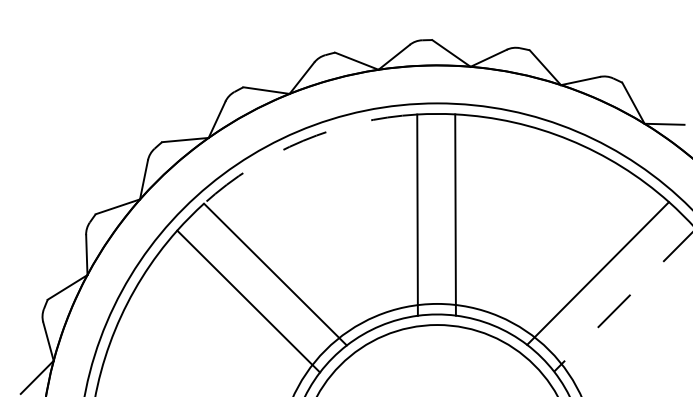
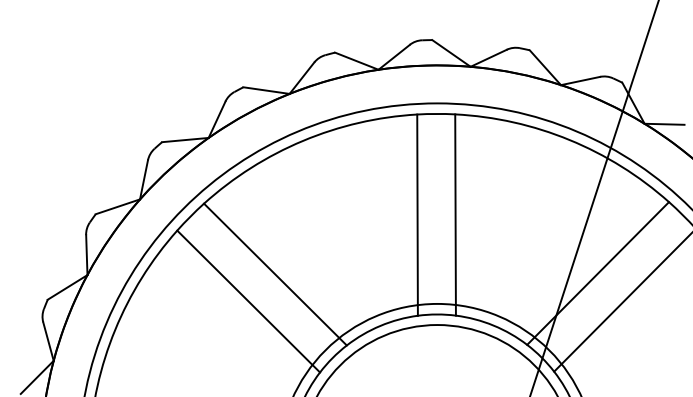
arc at (303, 140): dashed -> solid
line at (594, 197): none -> present
line at (622, 302): dashed -> solid
